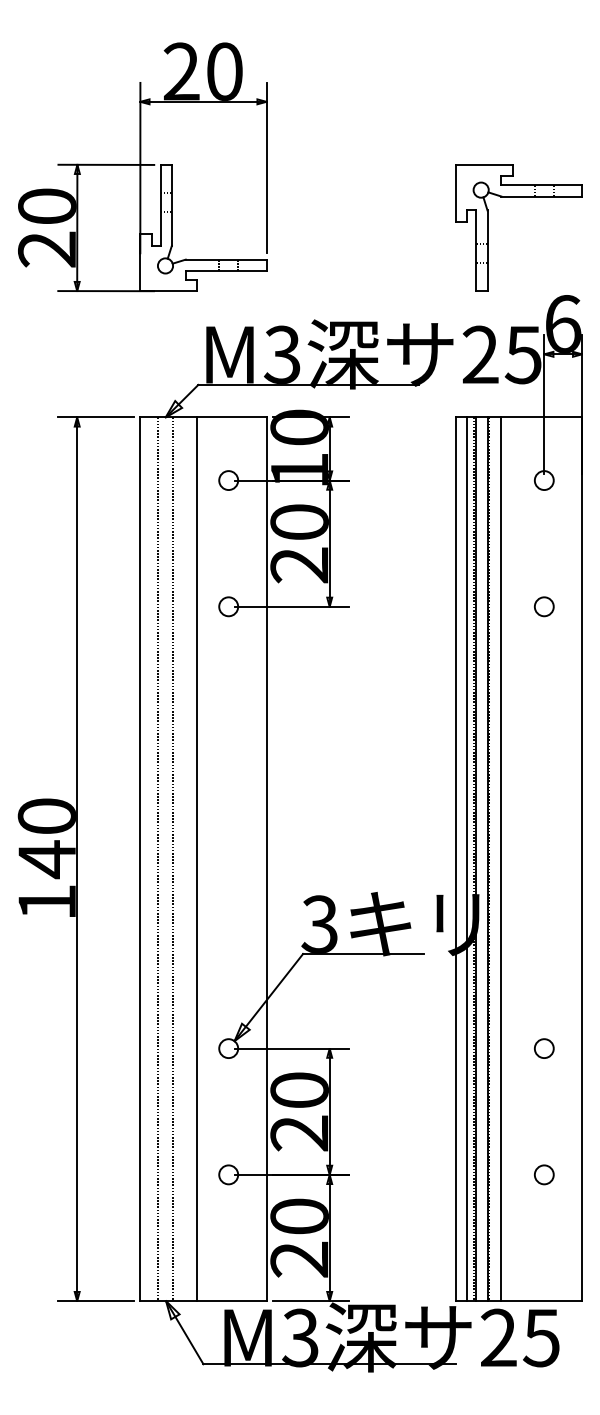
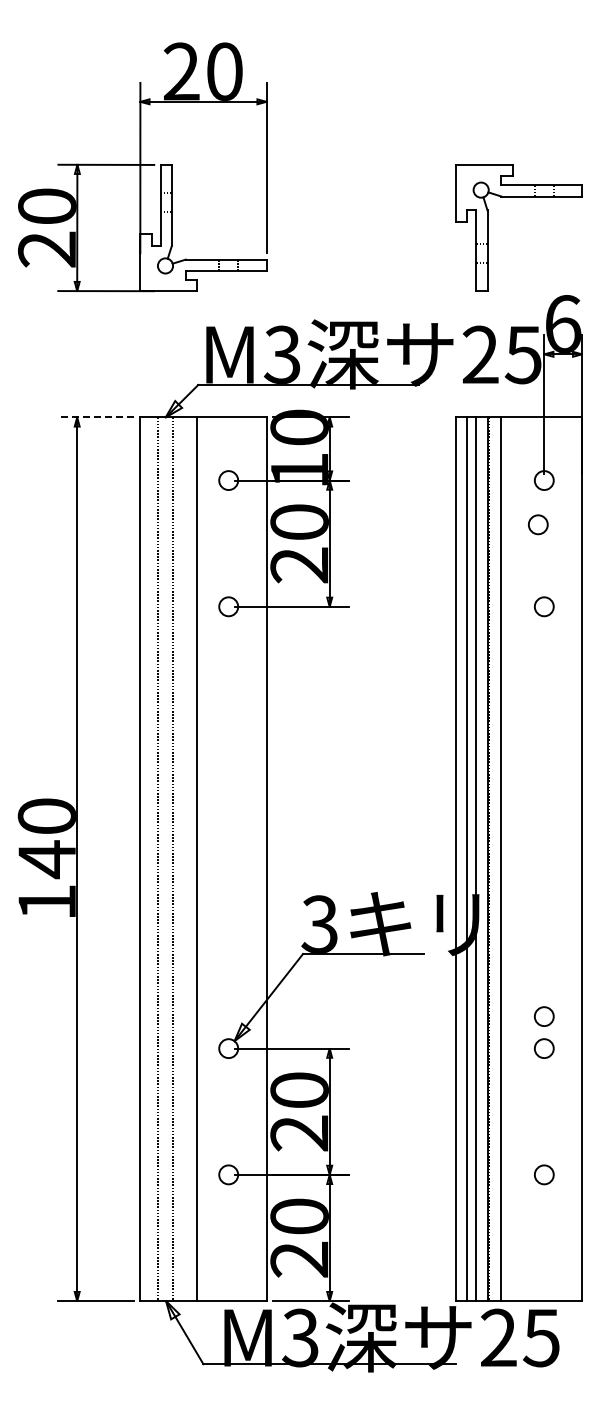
line at (96, 417): solid -> dashed
circle at (538, 524): none -> present
line at (473, 859): present -> none
circle at (544, 1016): none -> present
